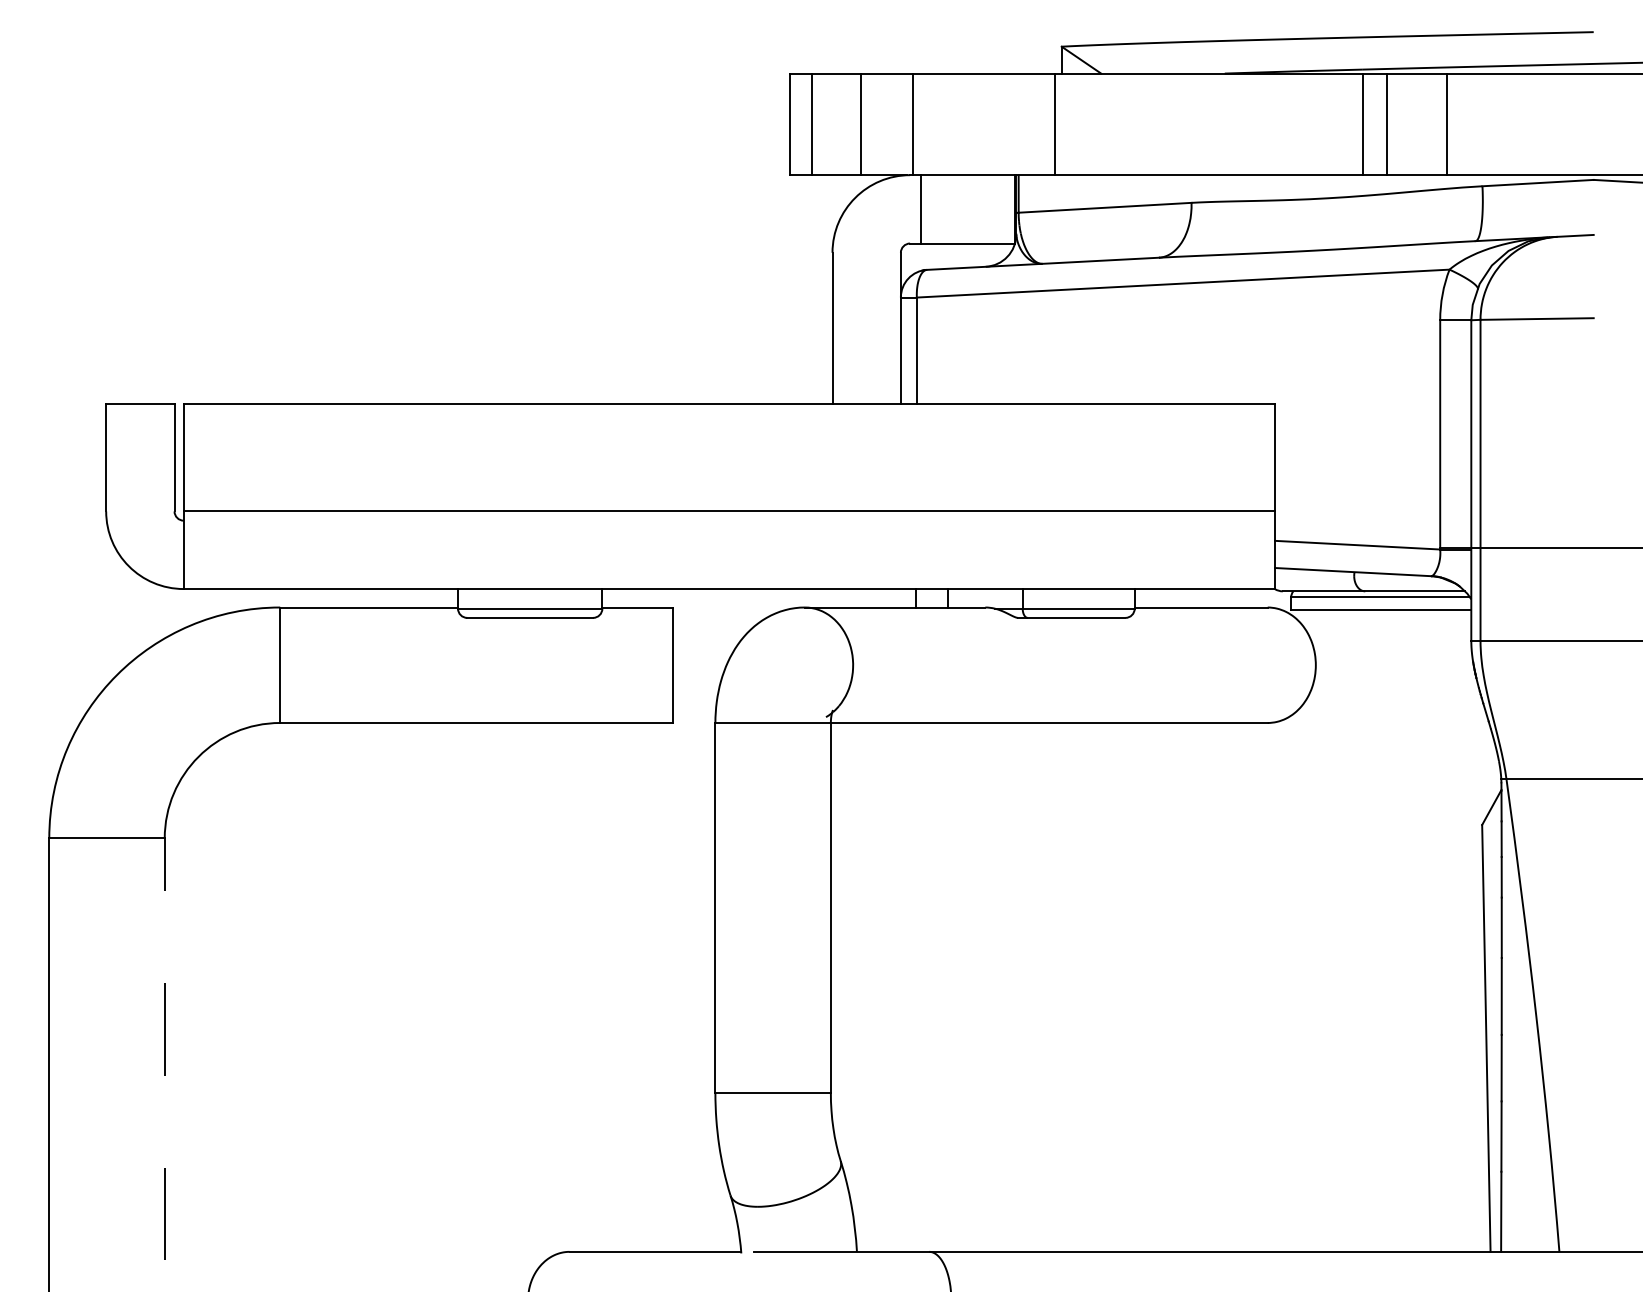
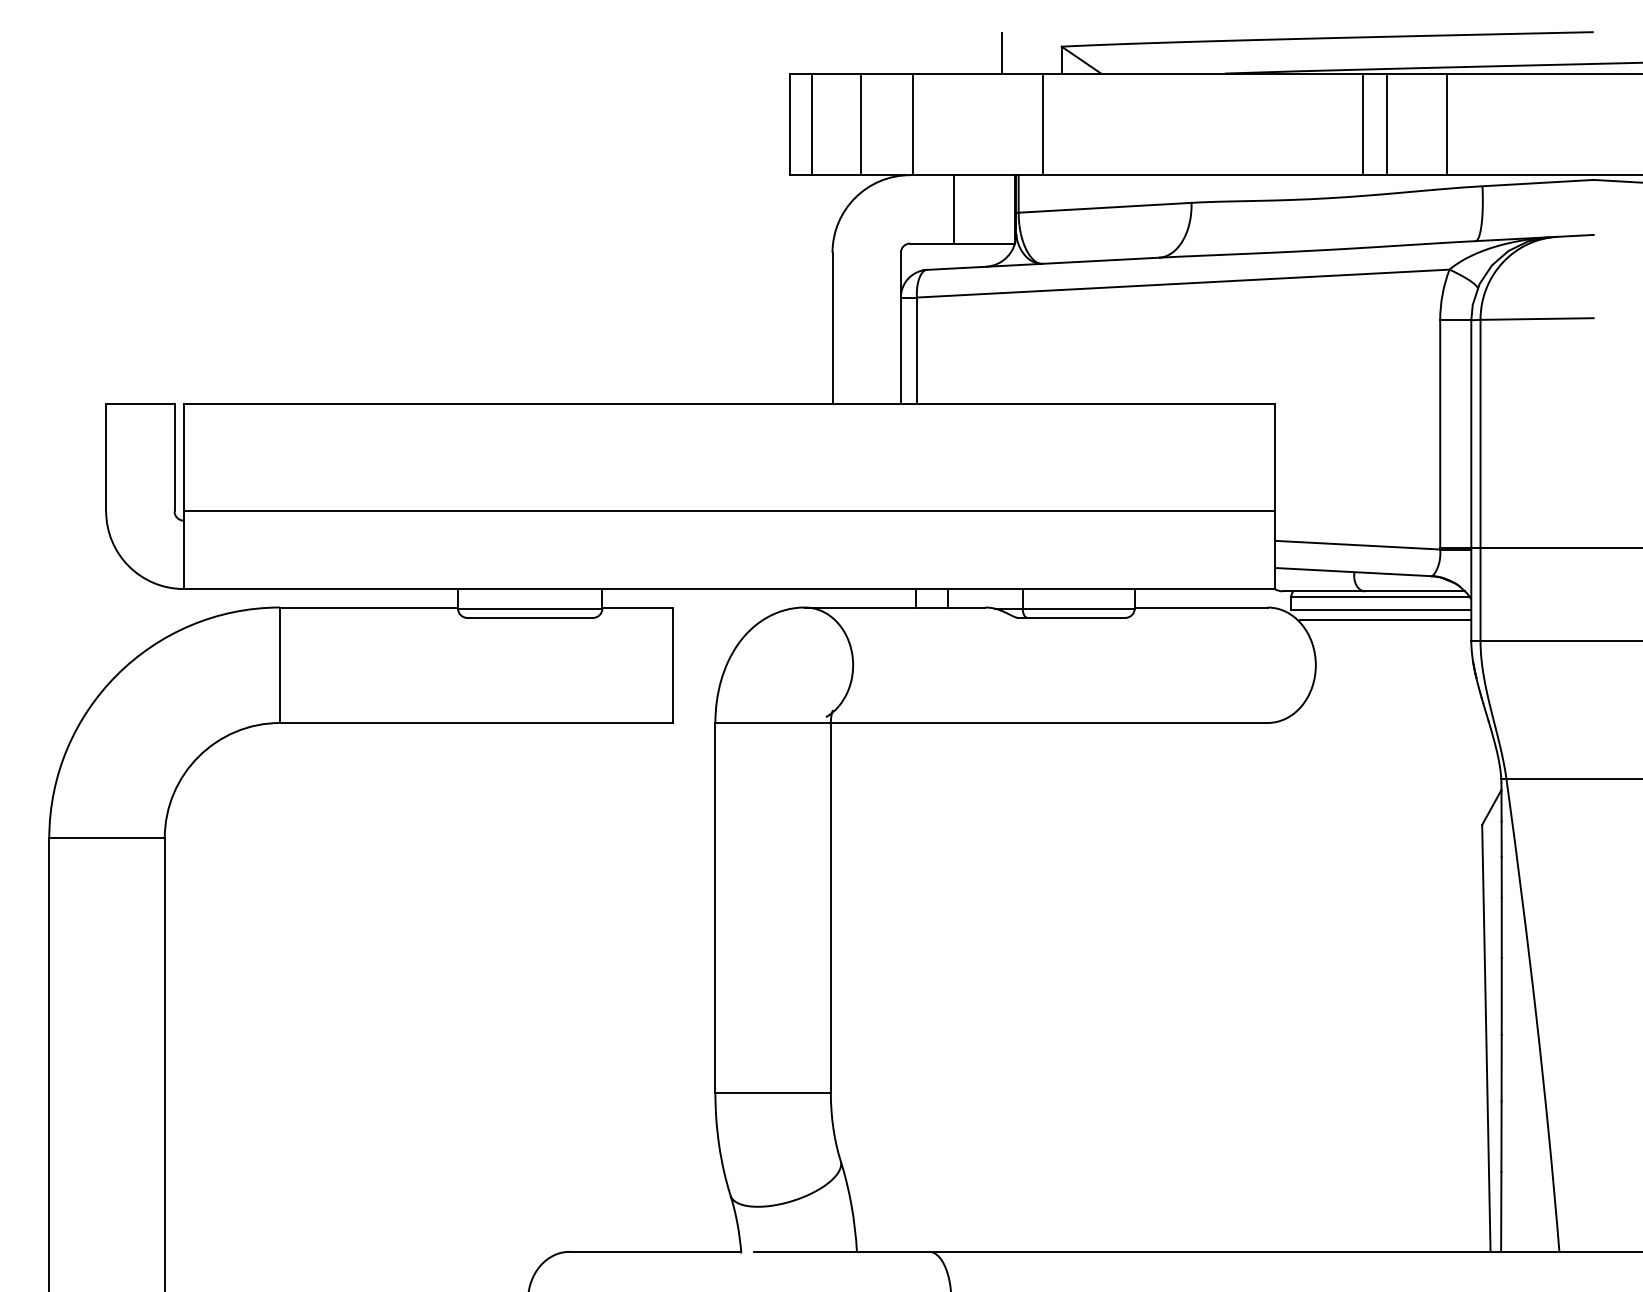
line at (1002, 52): none -> present
line at (1054, 124) position: (1054, 124) -> (1042, 124)
line at (921, 209) position: (921, 209) -> (954, 209)
line at (1385, 619): none -> present
line at (164, 1064): dashed -> solid
